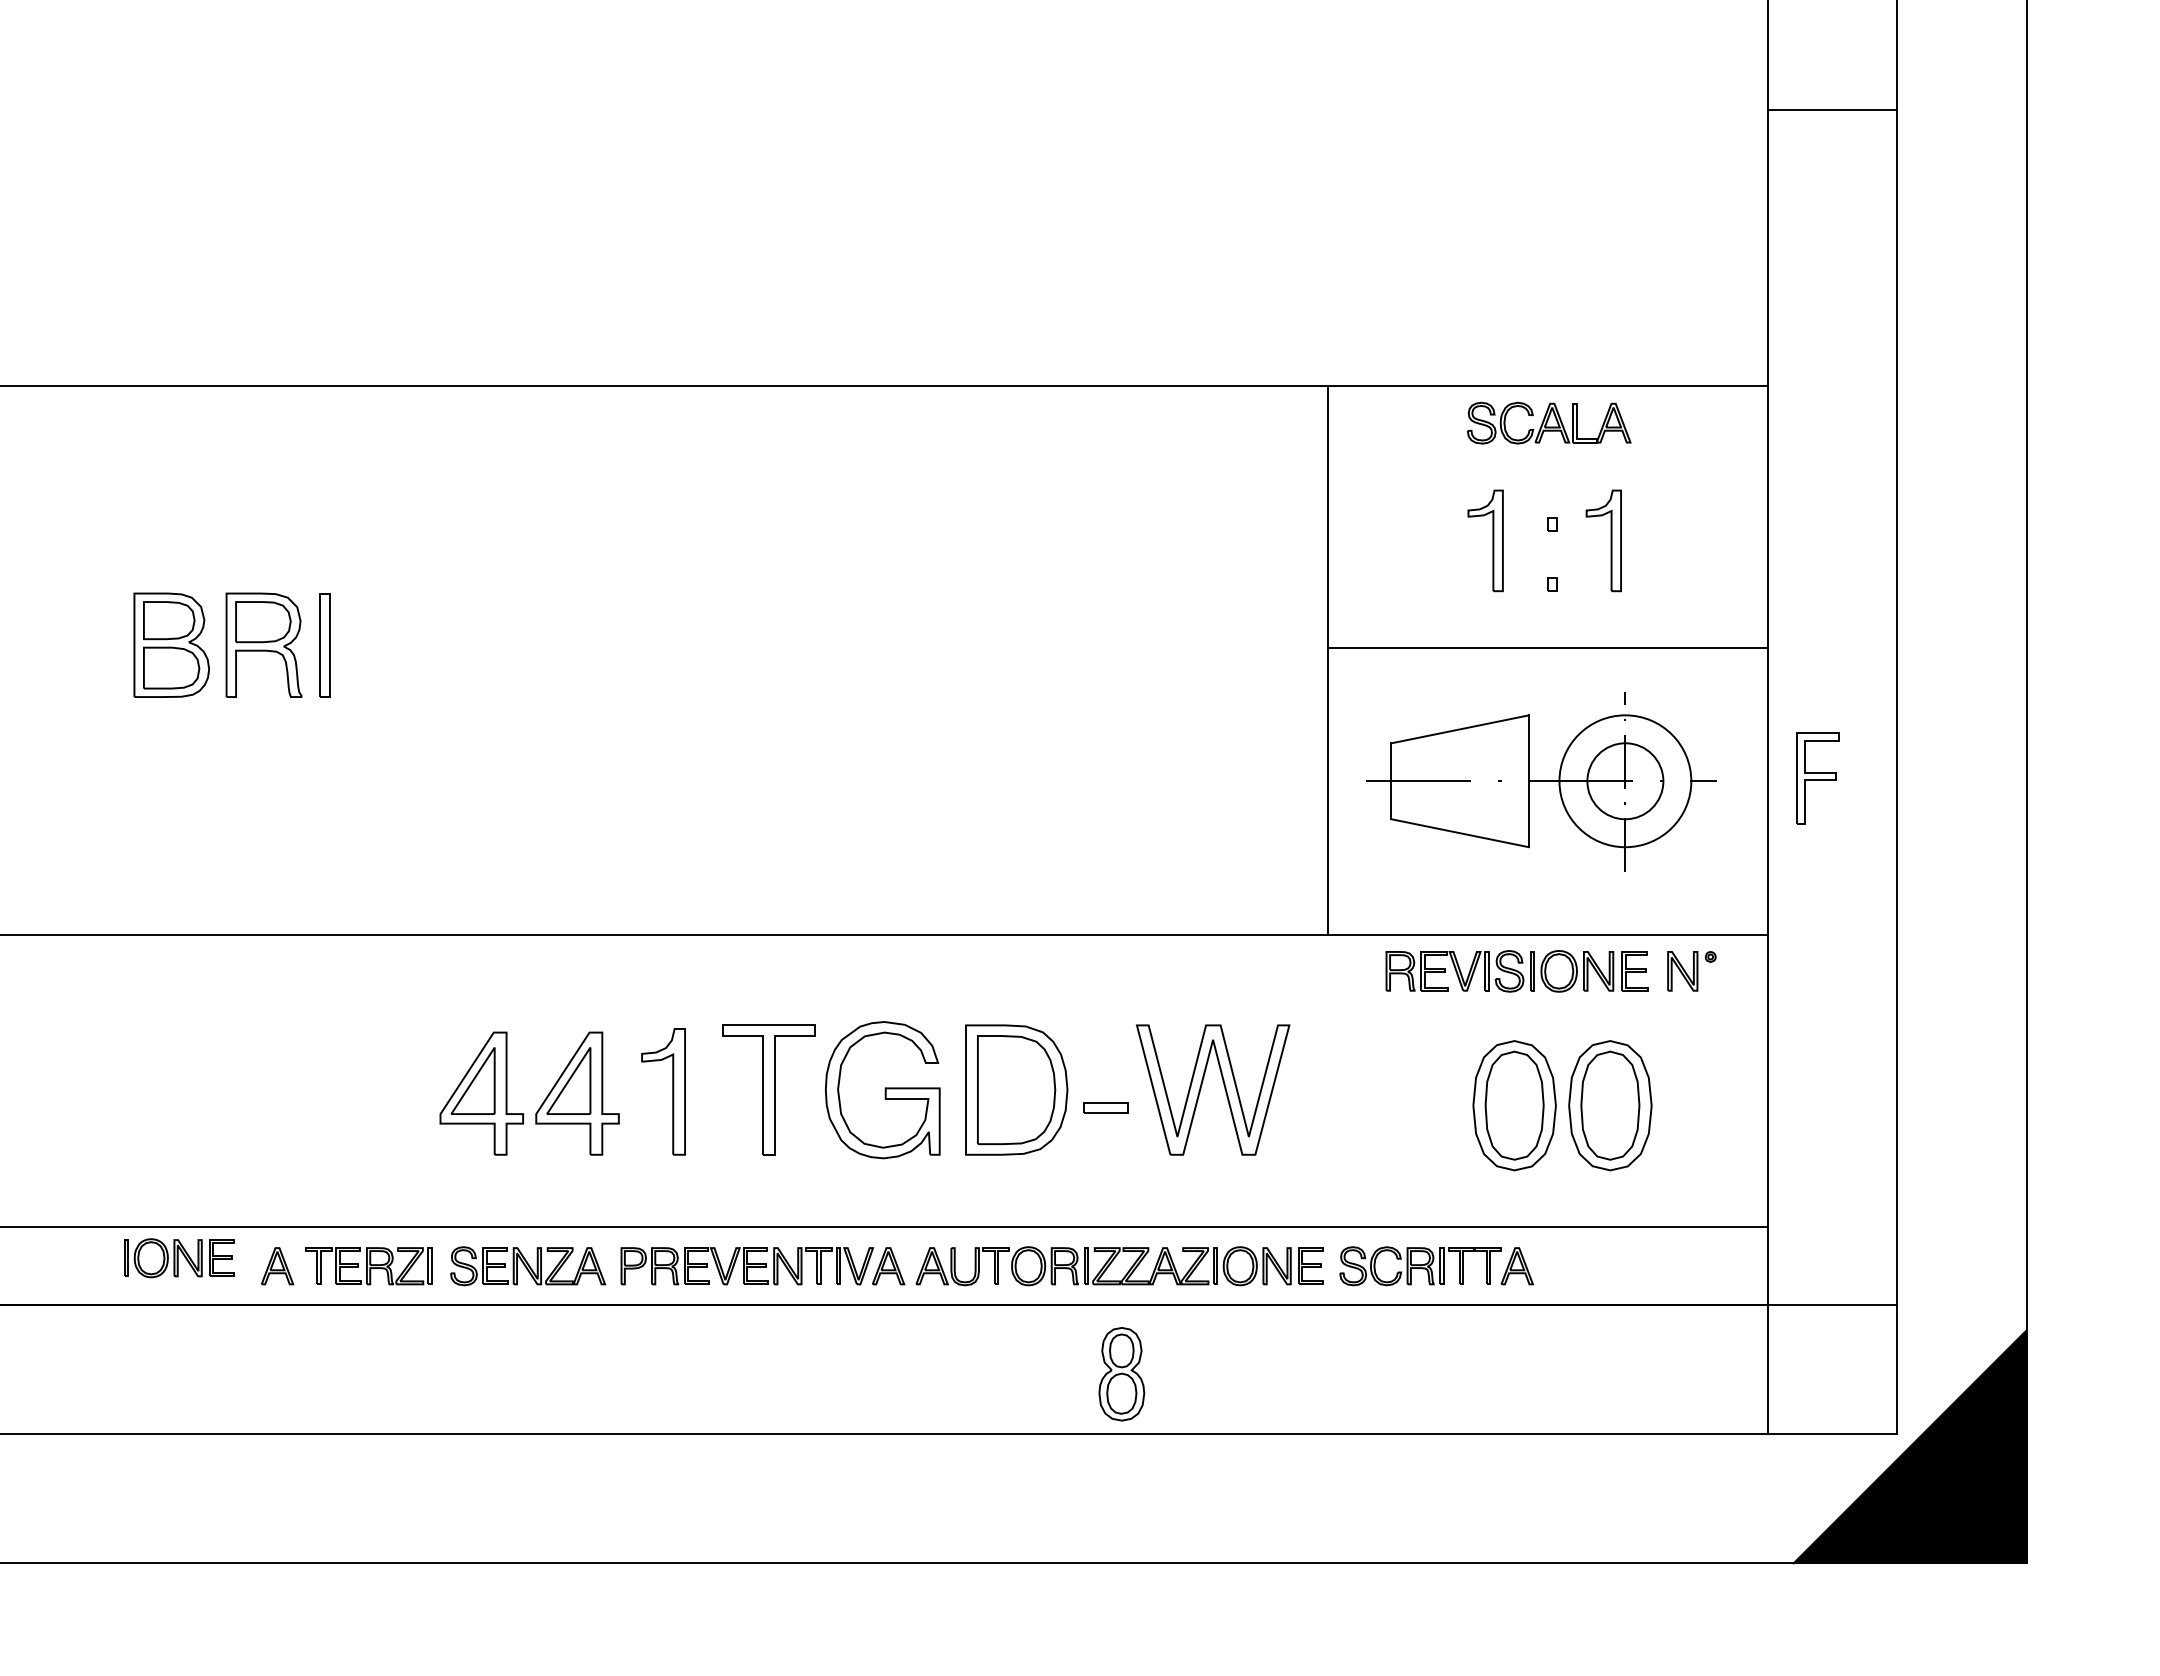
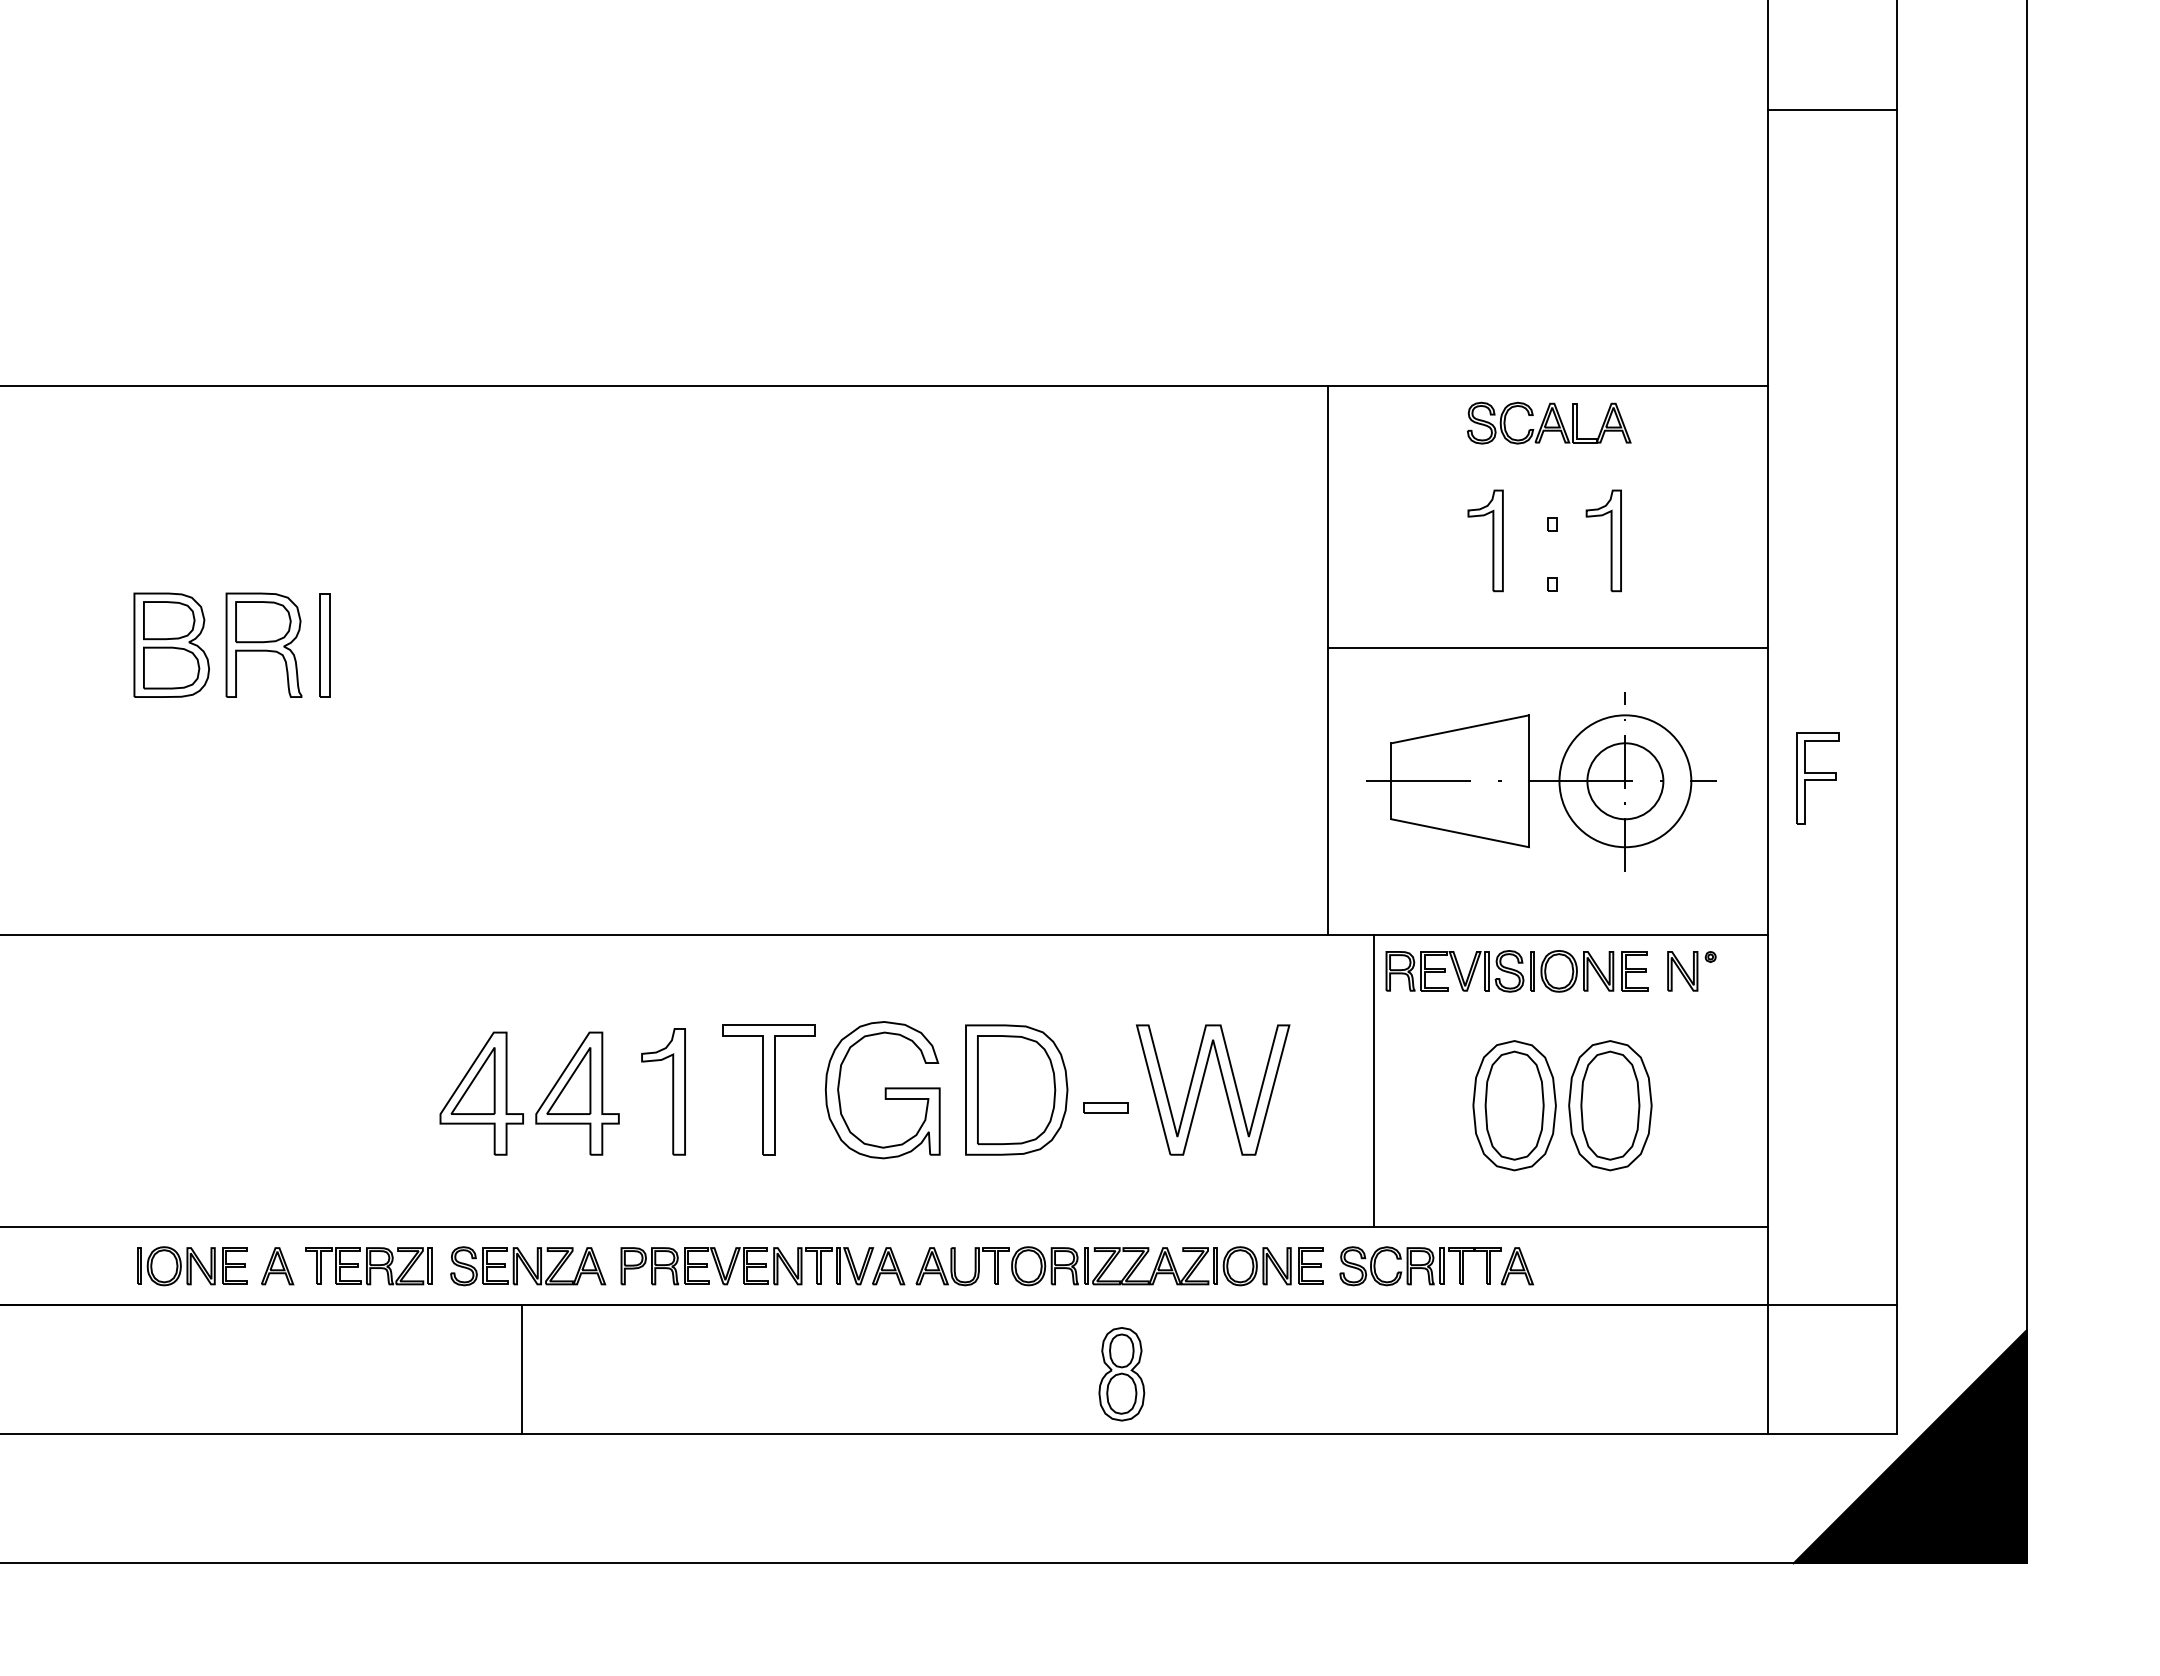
line at (1374, 1080): none -> present
part at (179, 1258) position: (179, 1258) -> (192, 1266)
line at (522, 1368): none -> present
